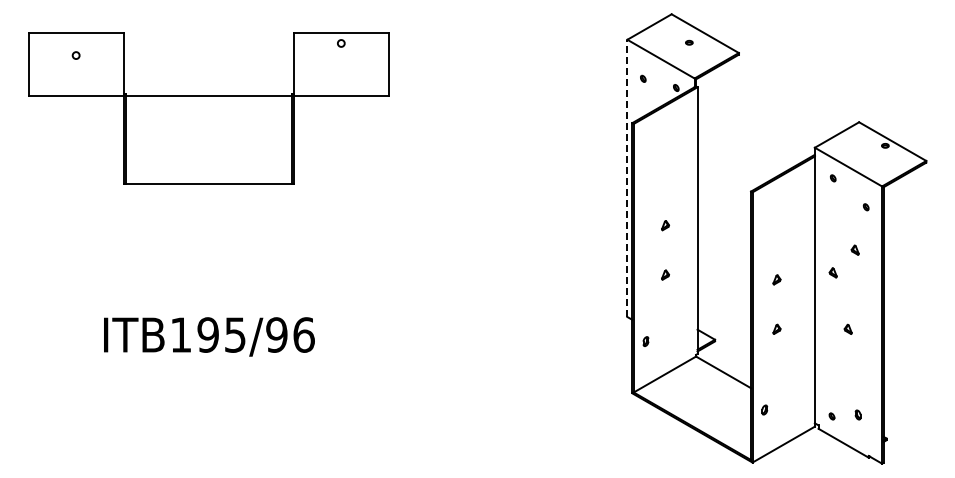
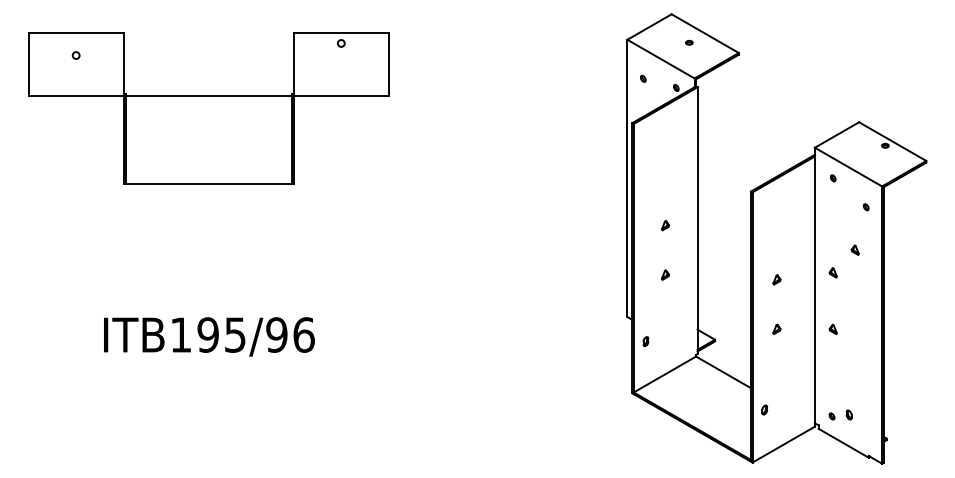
line at (627, 178): dashed -> solid
part at (847, 328) position: (847, 328) -> (832, 328)
part at (857, 414) position: (857, 414) -> (848, 414)
